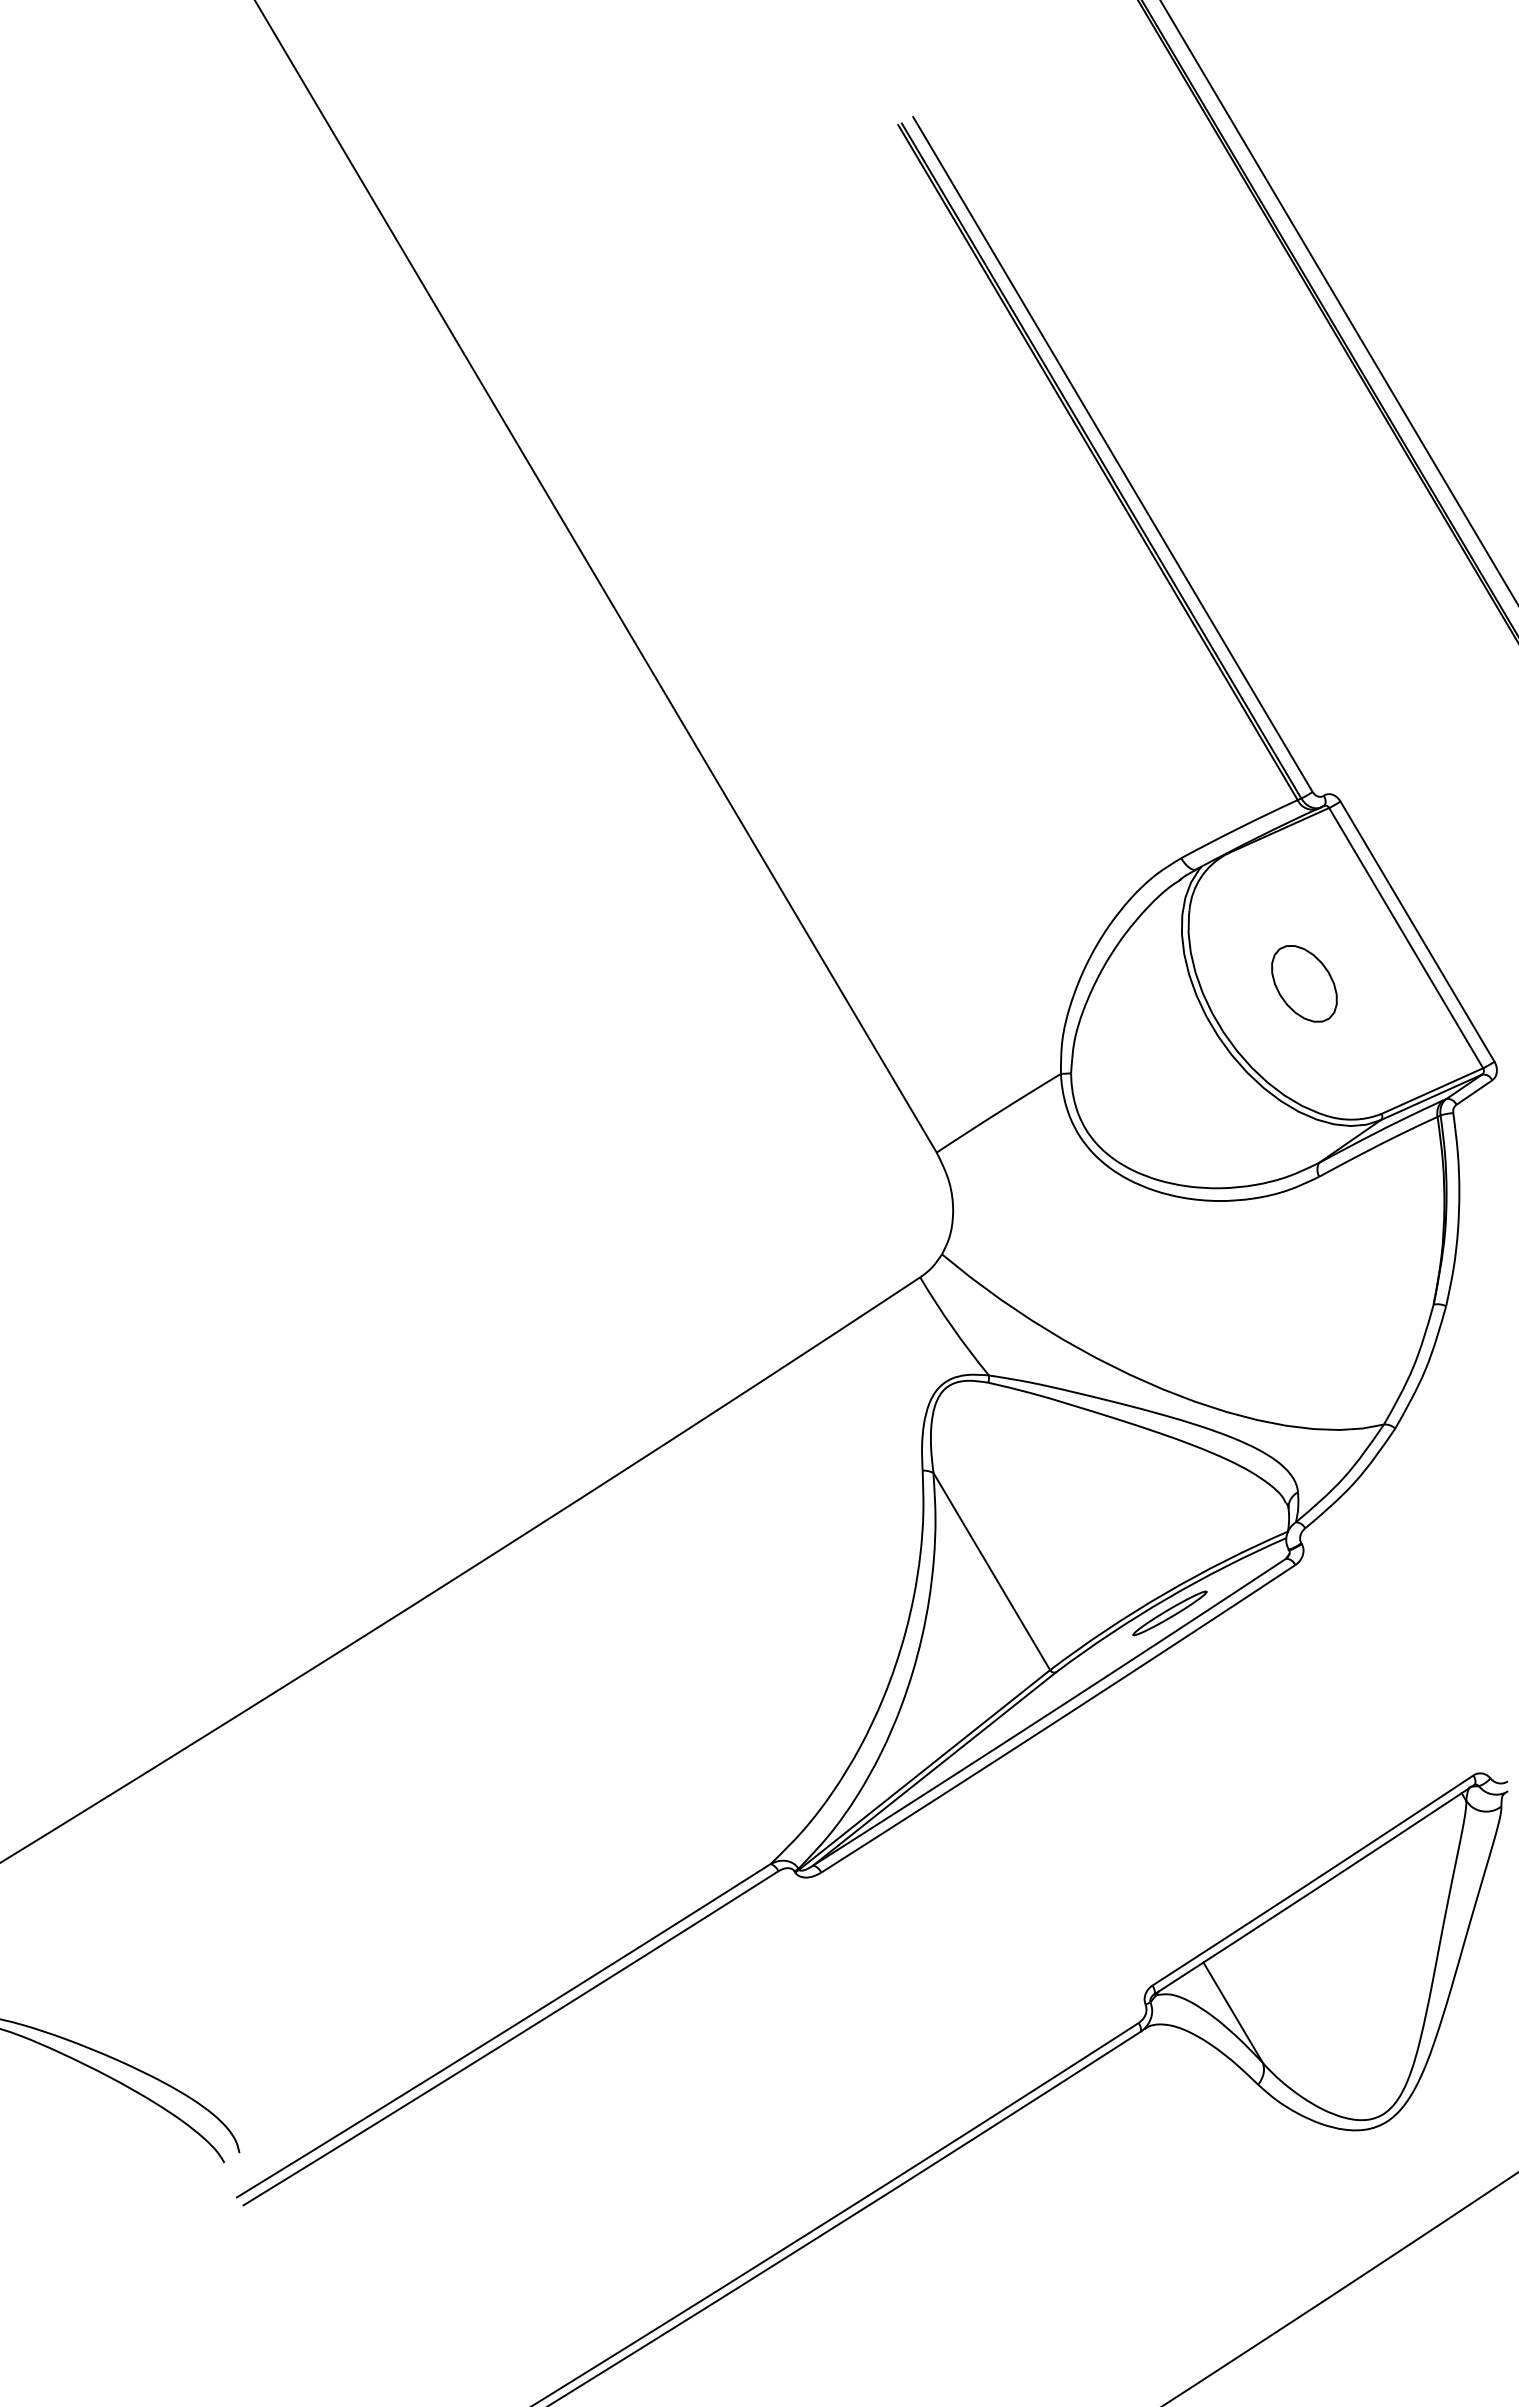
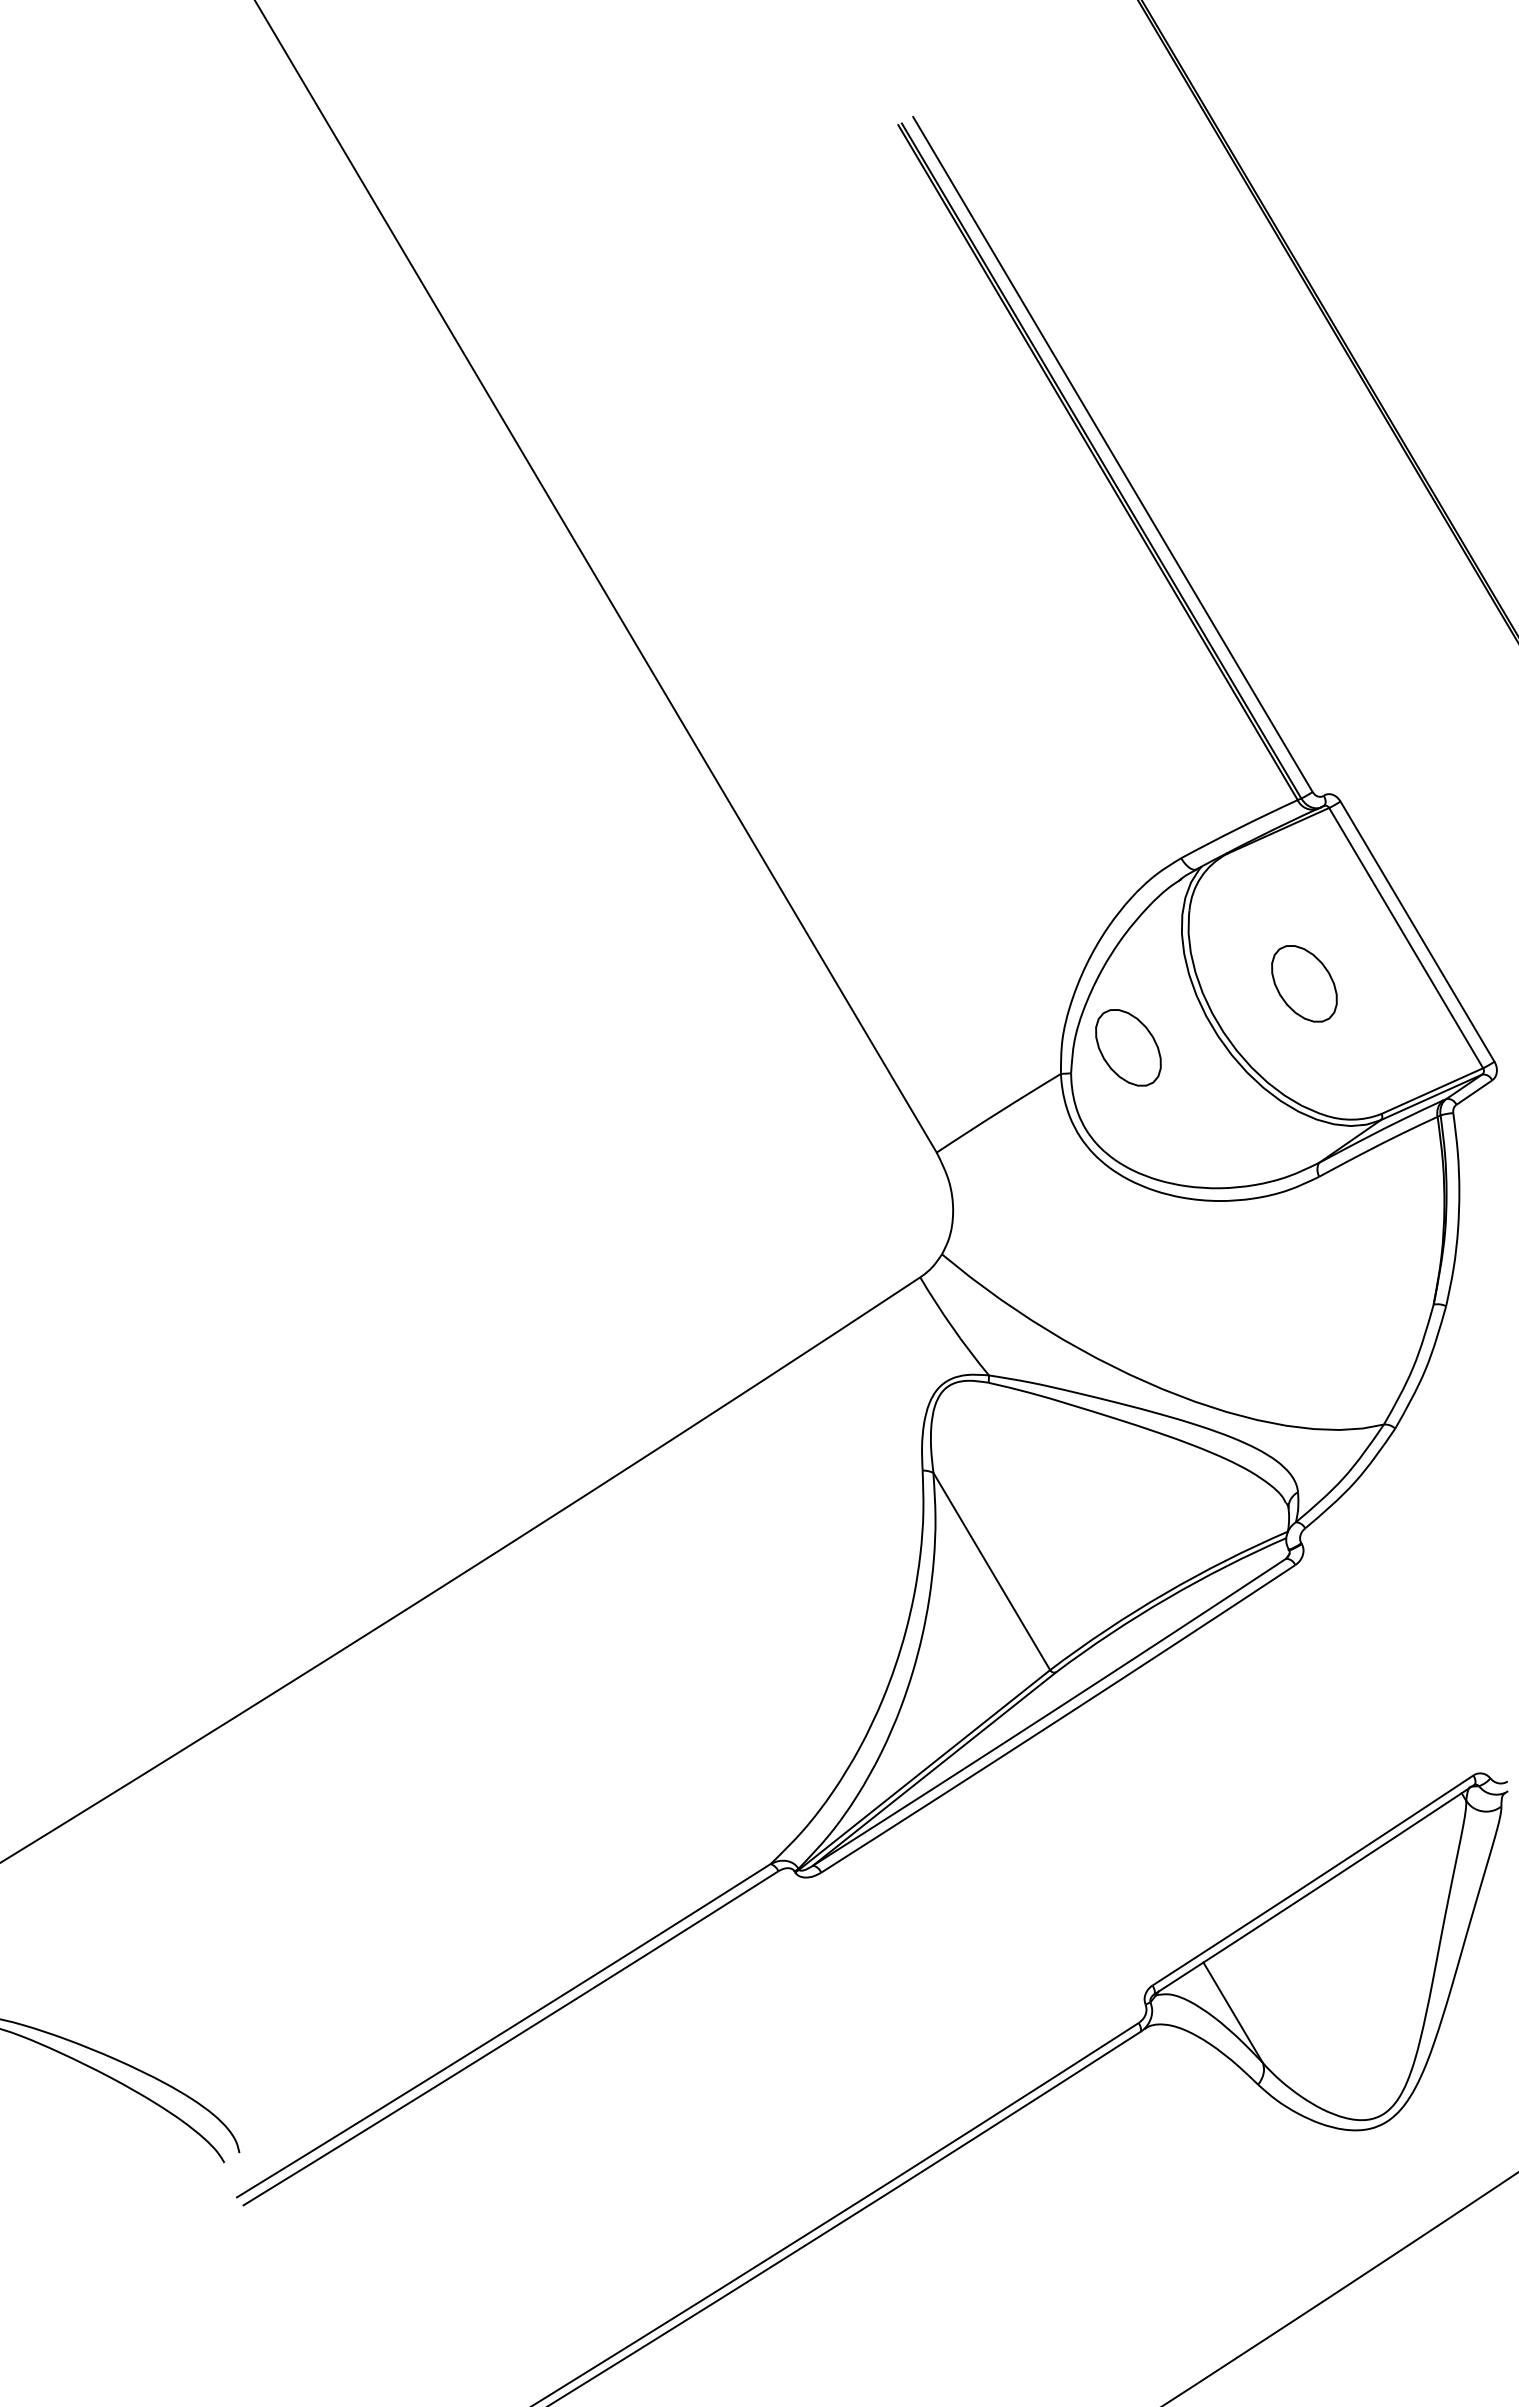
line at (1338, 301): present -> none
part at (1128, 1047): none -> present
part at (1169, 1613): present -> none
